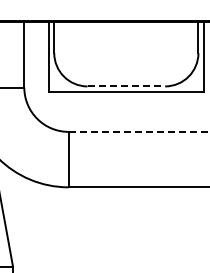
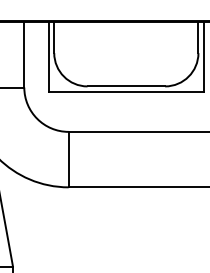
line at (126, 86): dashed -> solid
line at (139, 131): dashed -> solid
